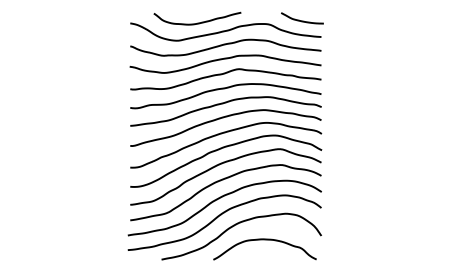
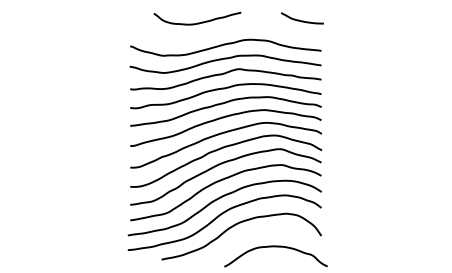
curve at (225, 31): present -> none
curve at (264, 240) position: (264, 240) -> (275, 247)
